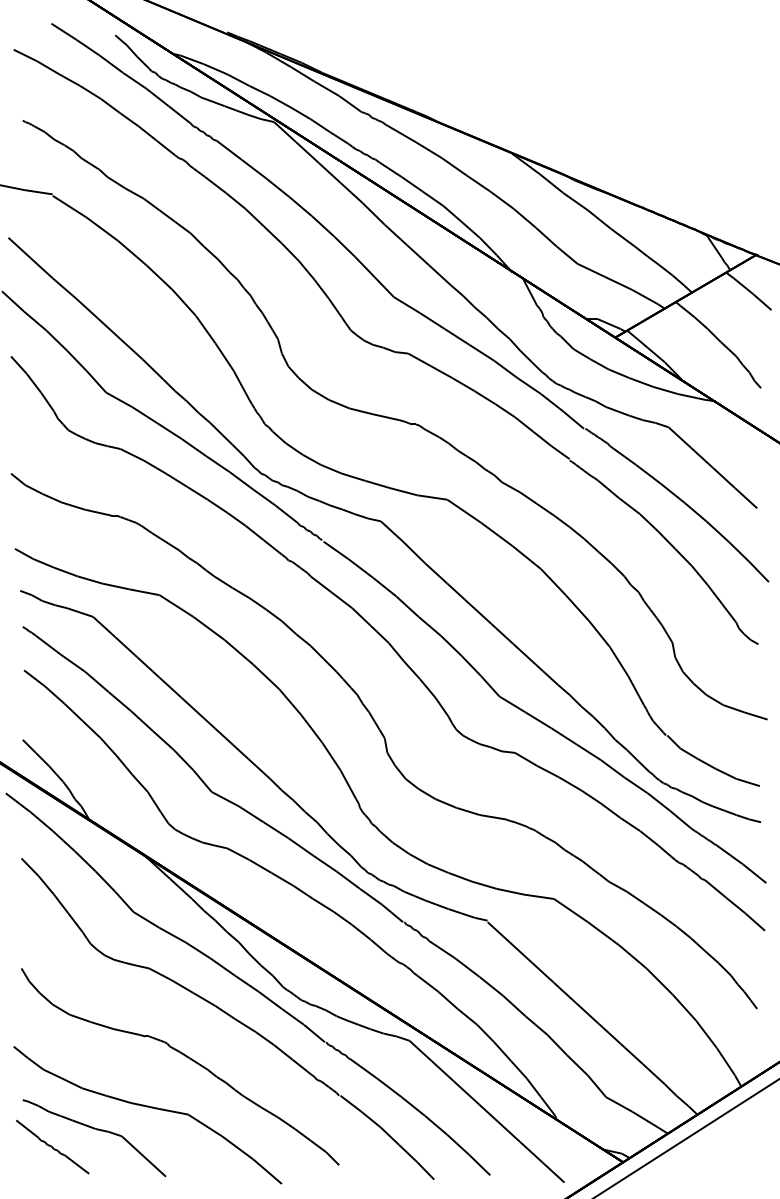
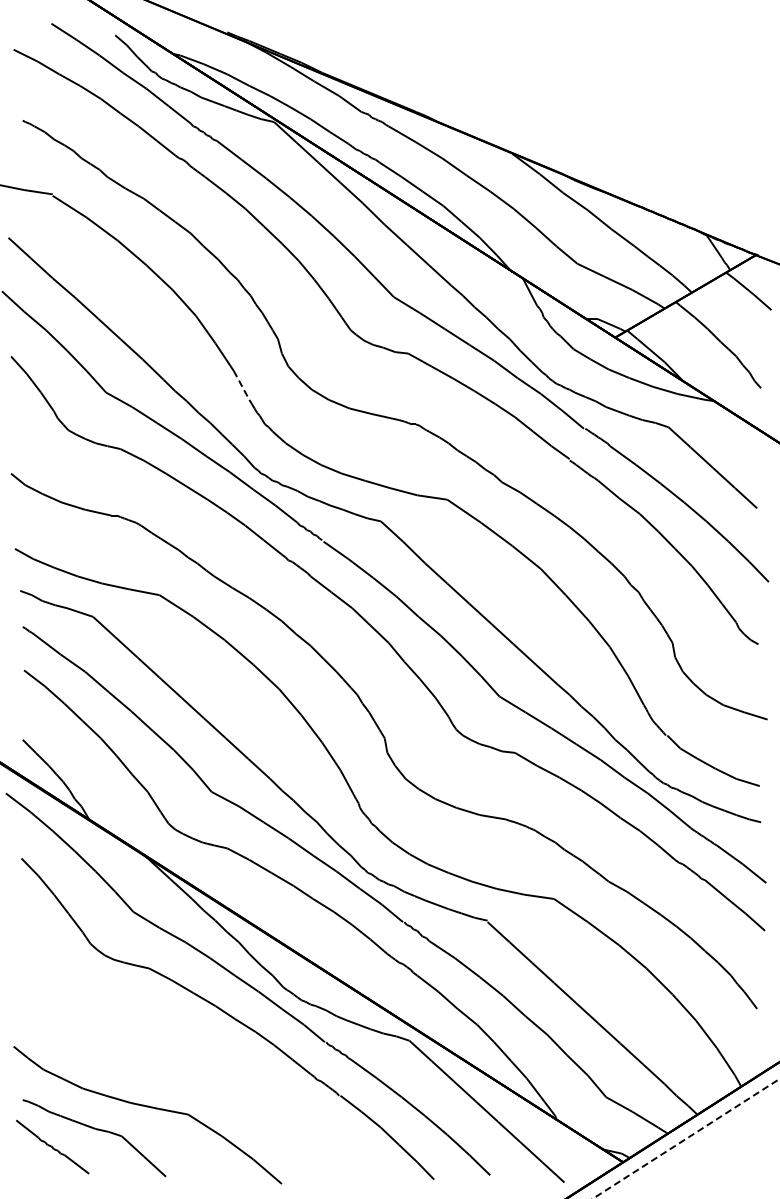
line at (241, 385): solid -> dashed
part at (184, 1056): present -> none
line at (686, 1138): solid -> dashed
